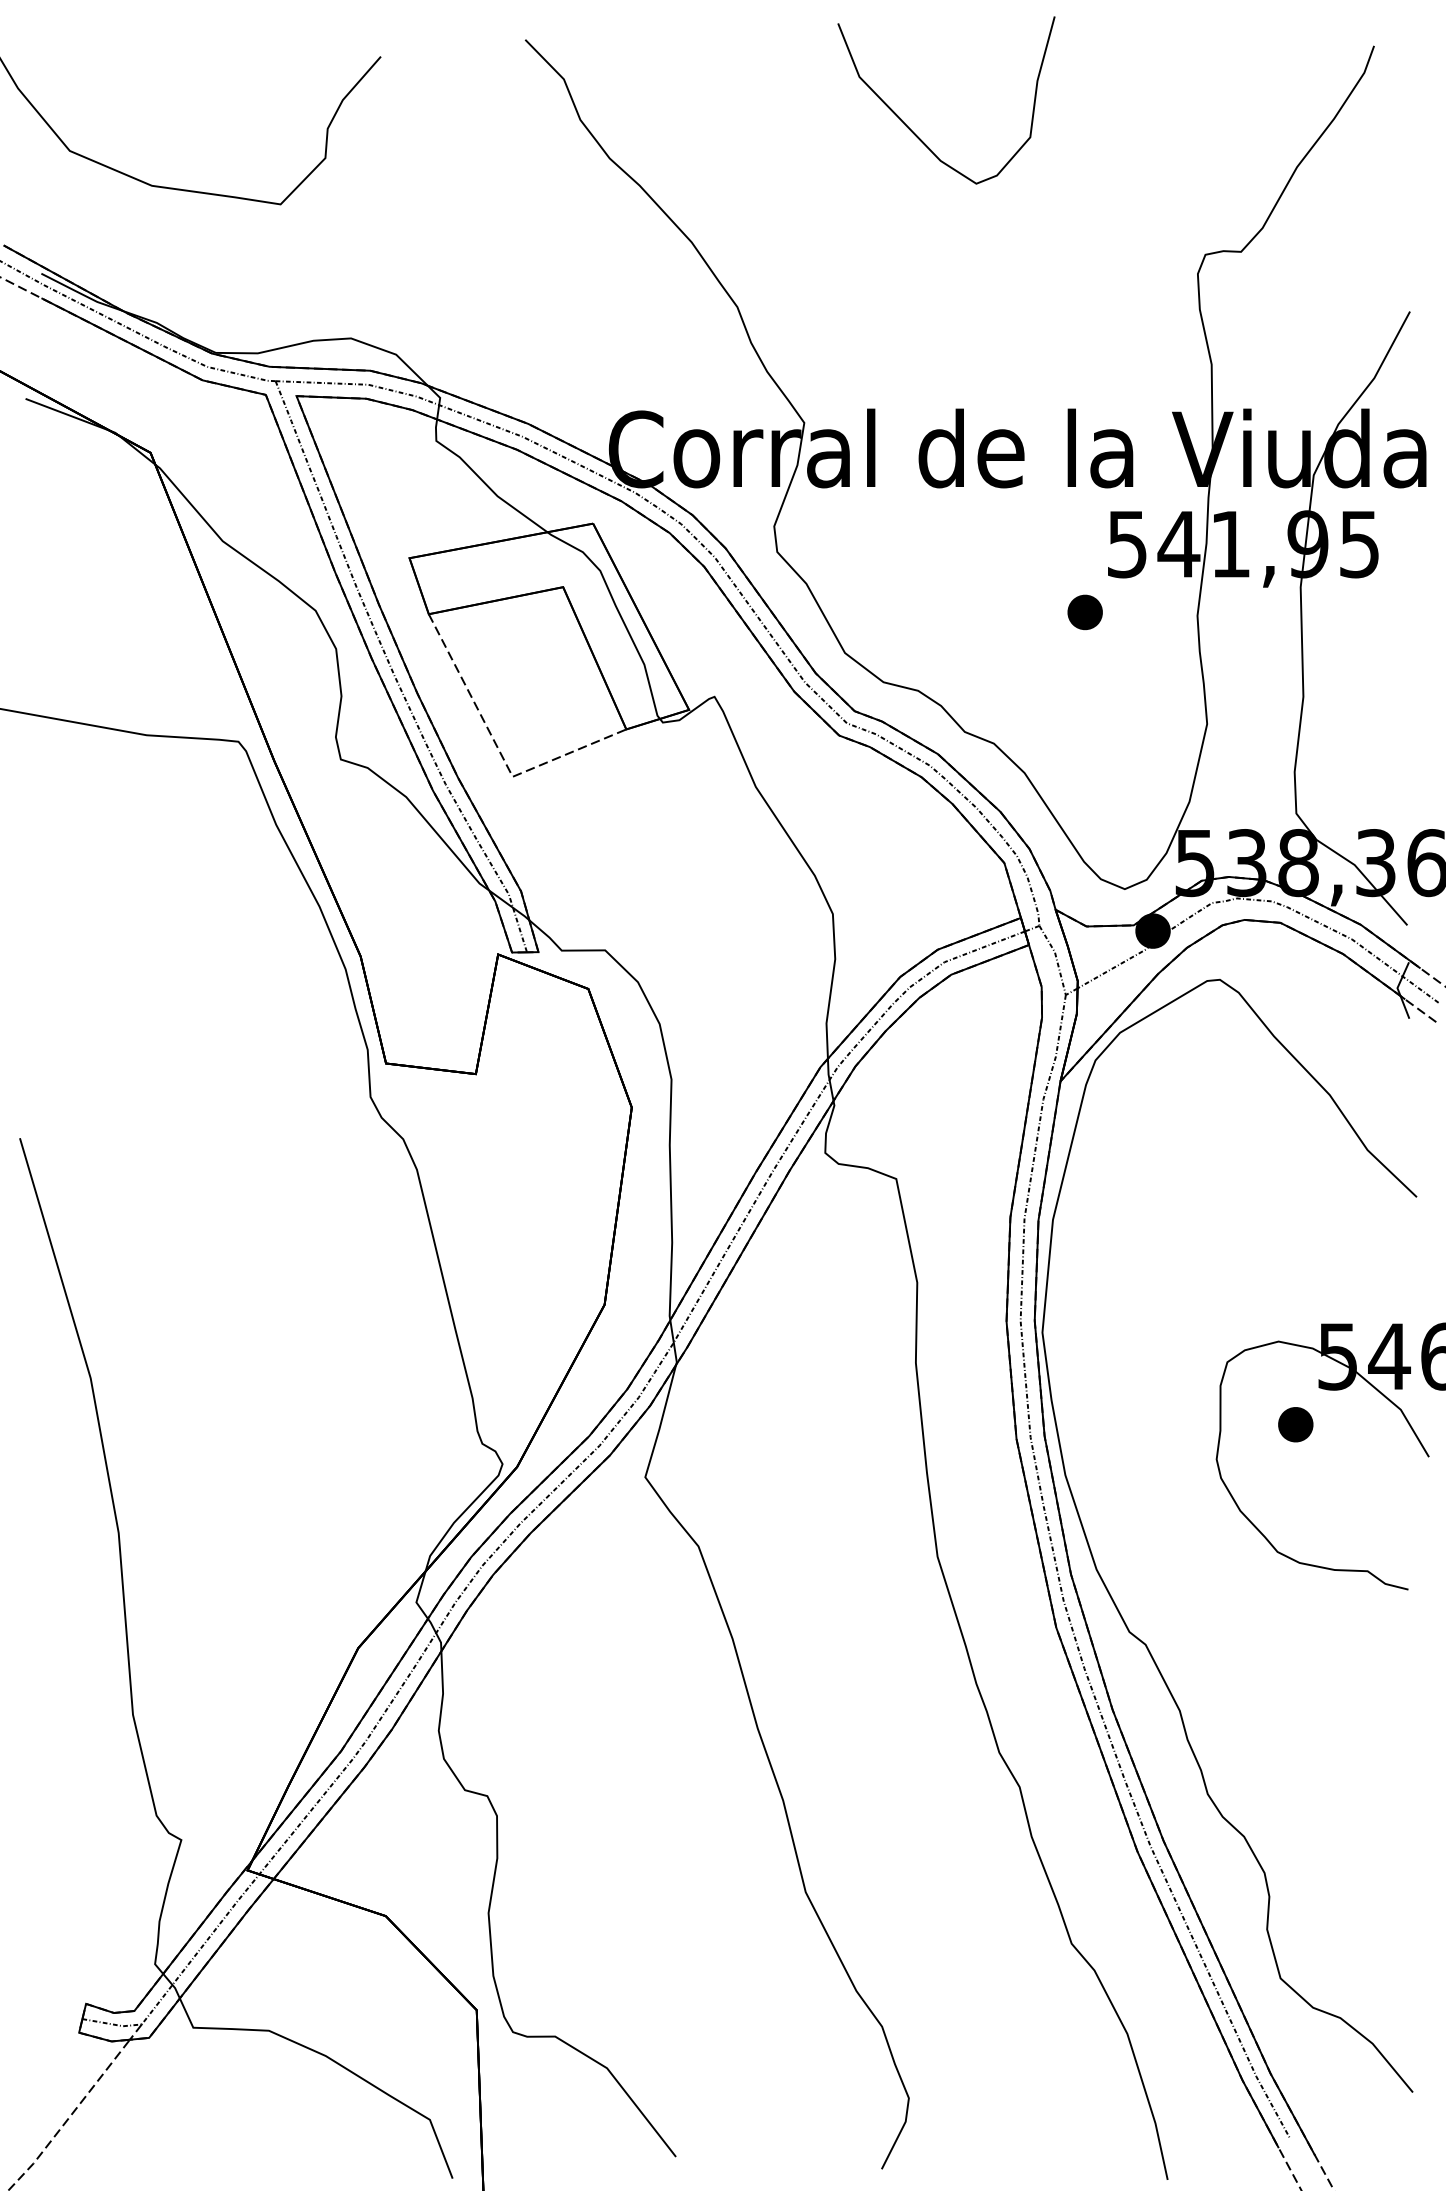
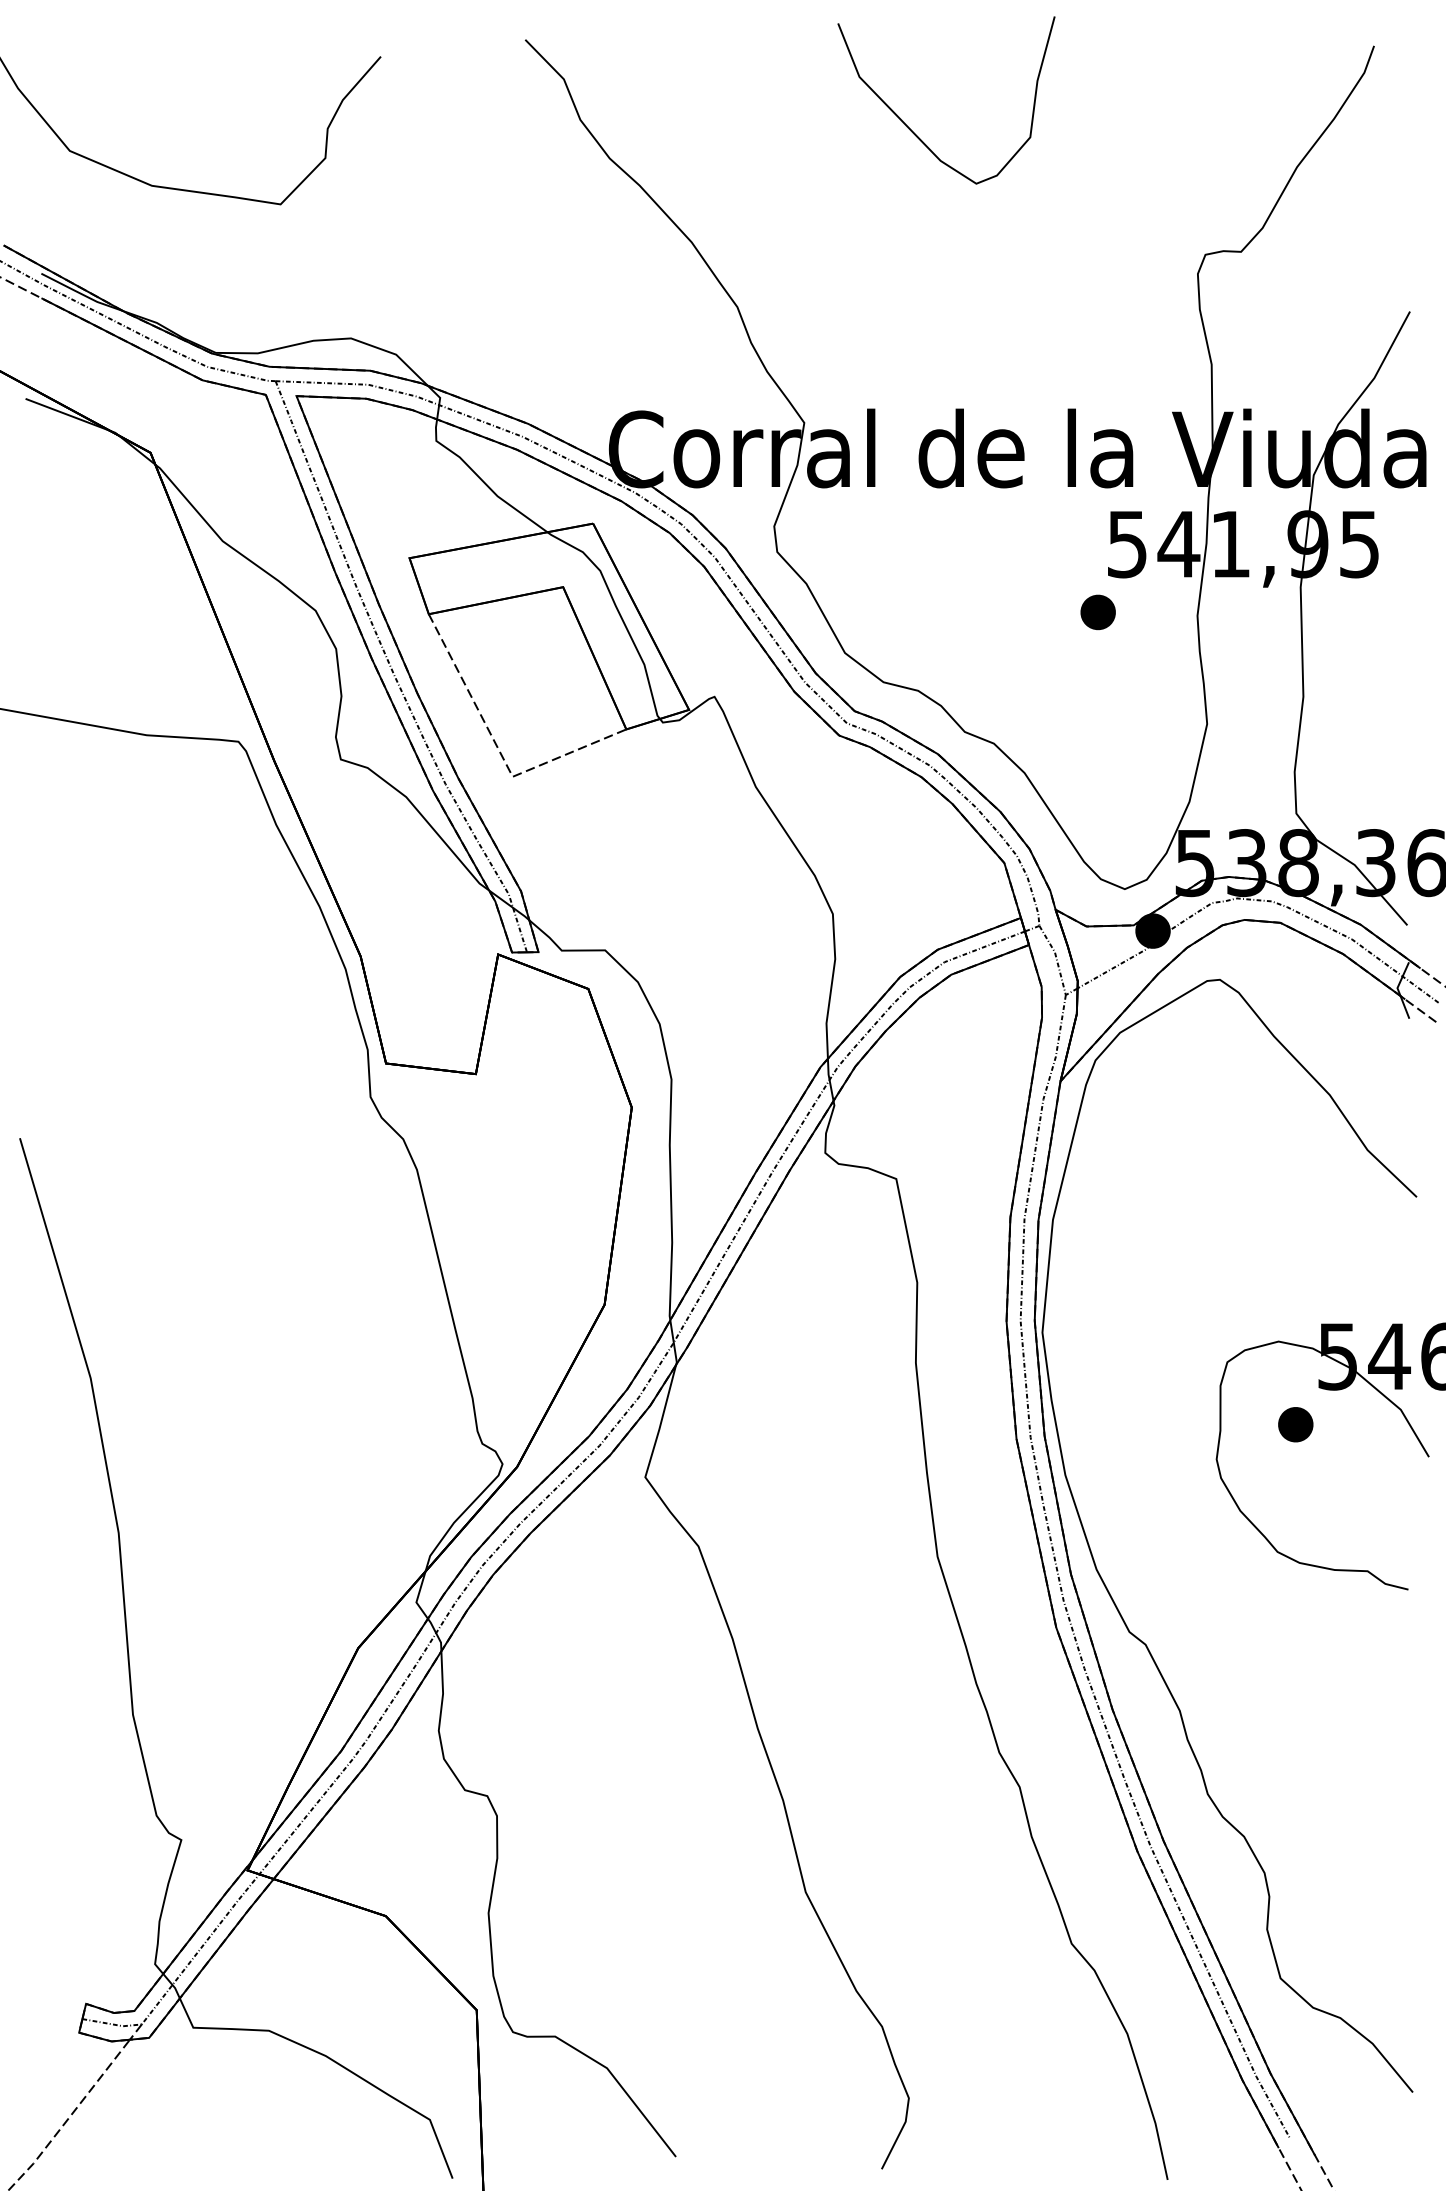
part at (1084, 612) position: (1084, 612) -> (1097, 612)
